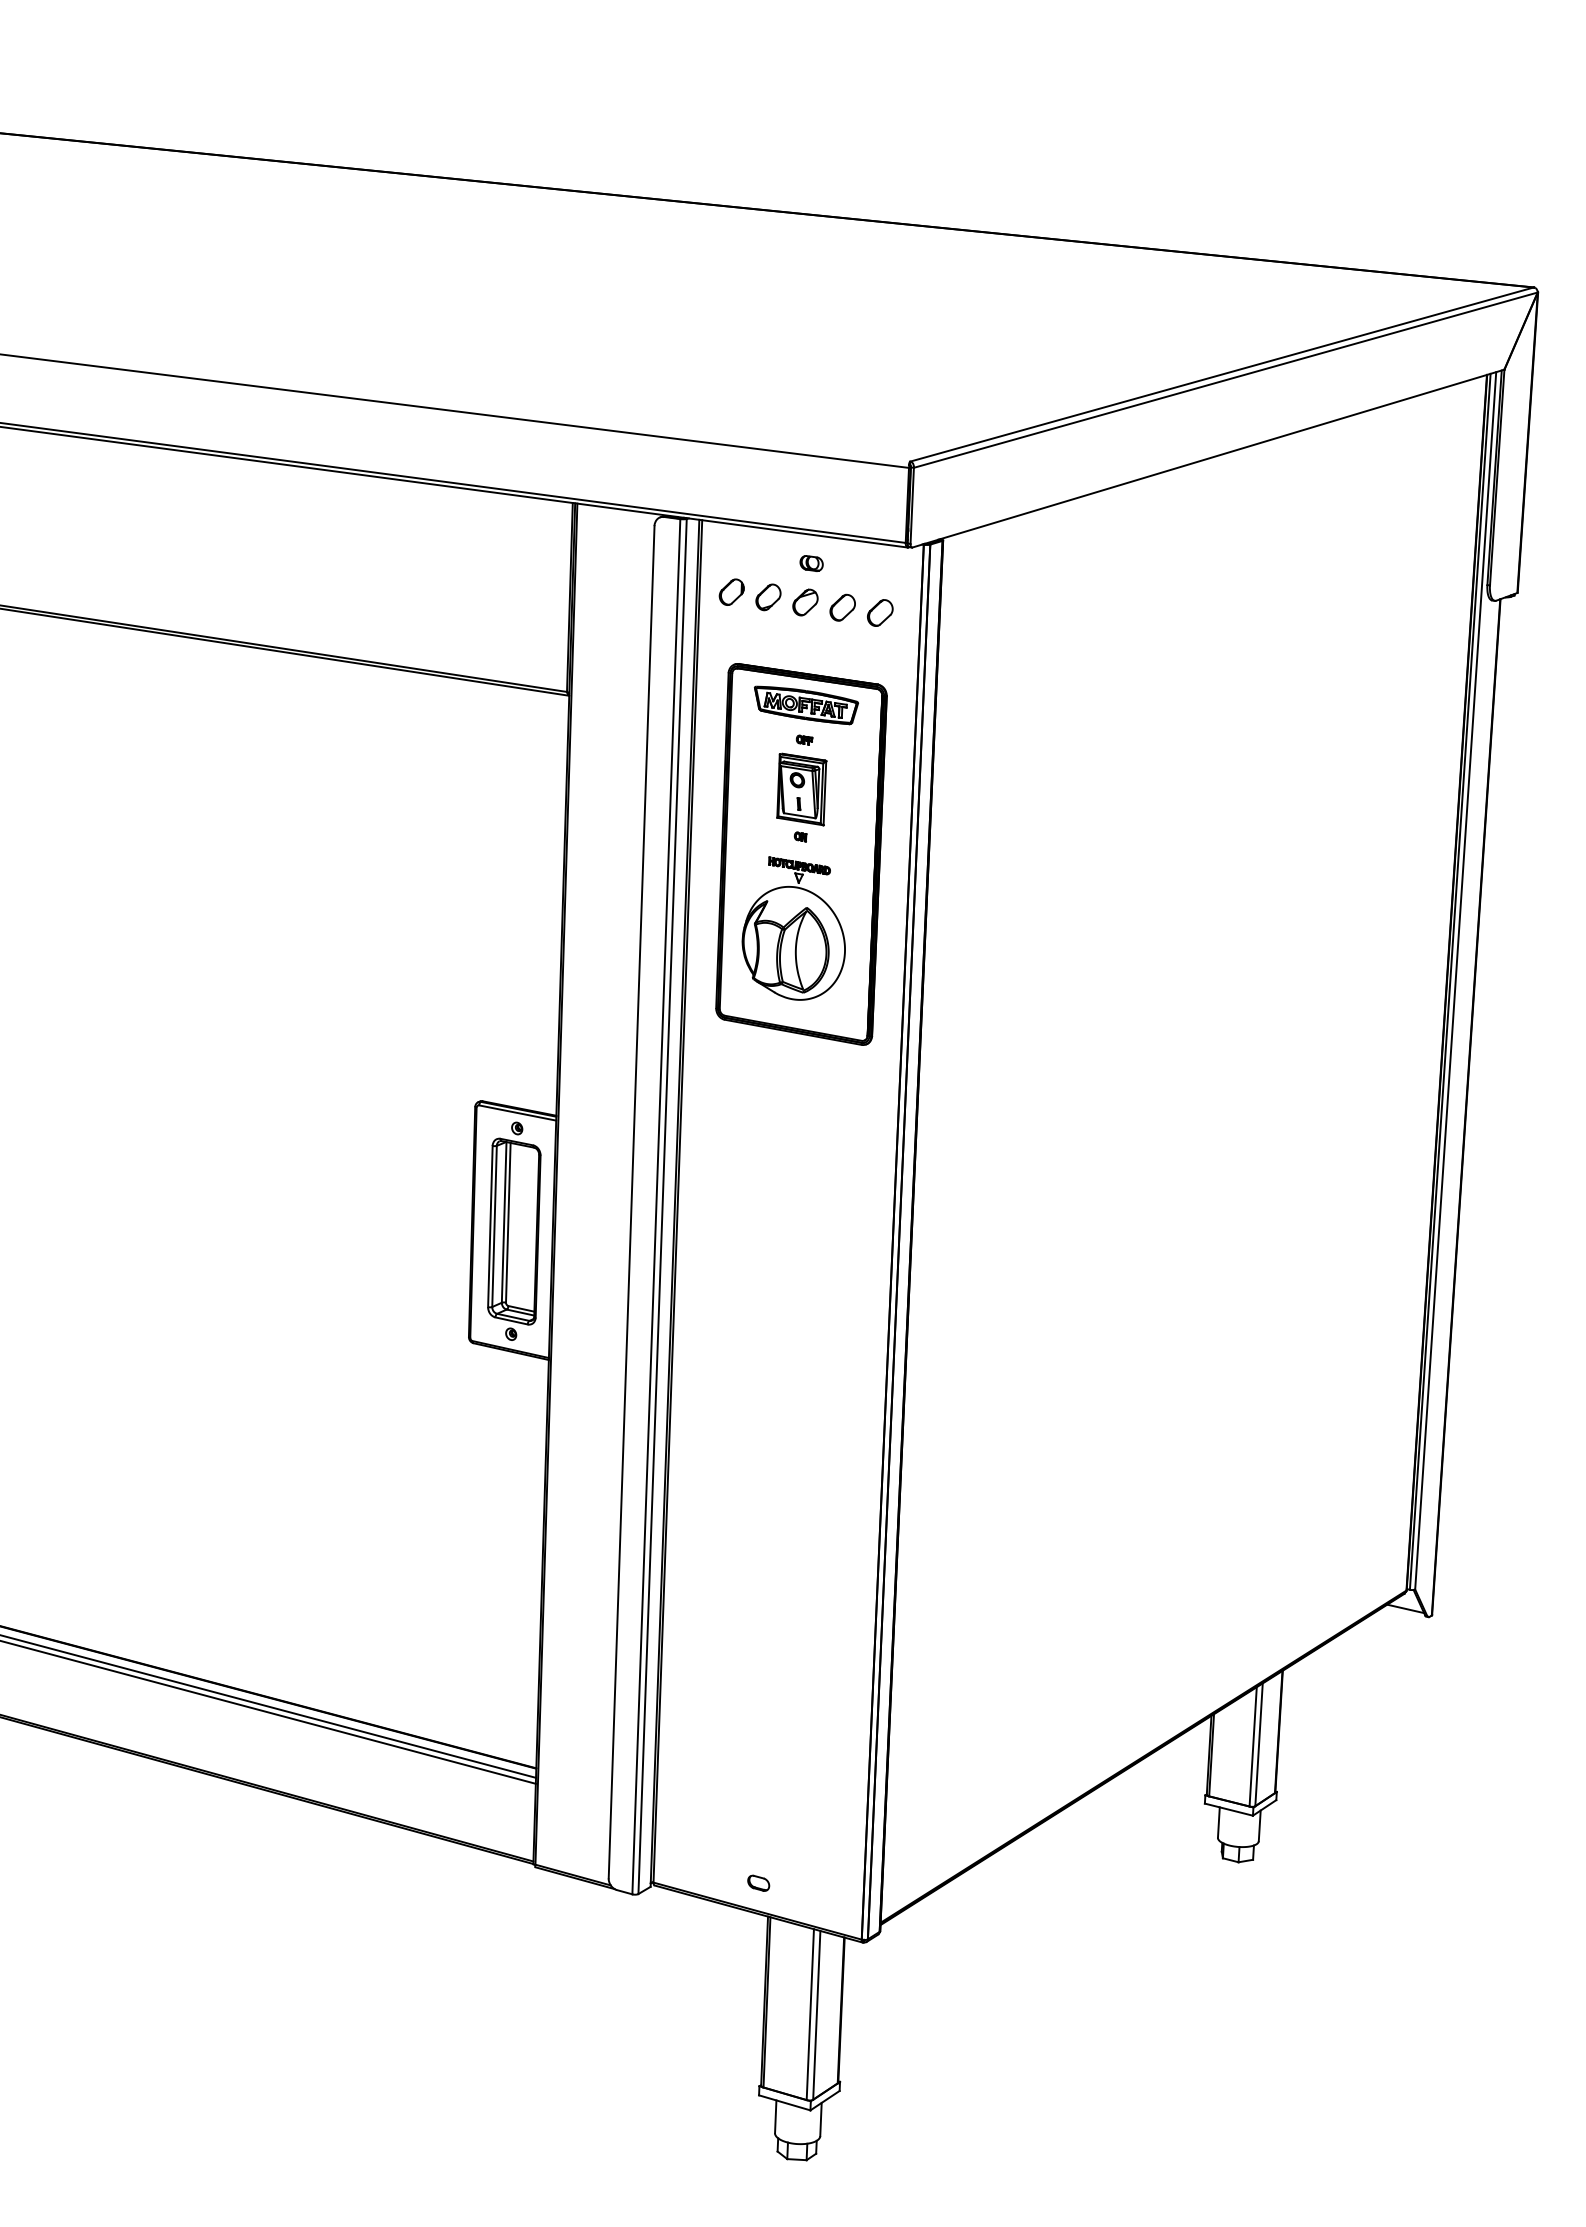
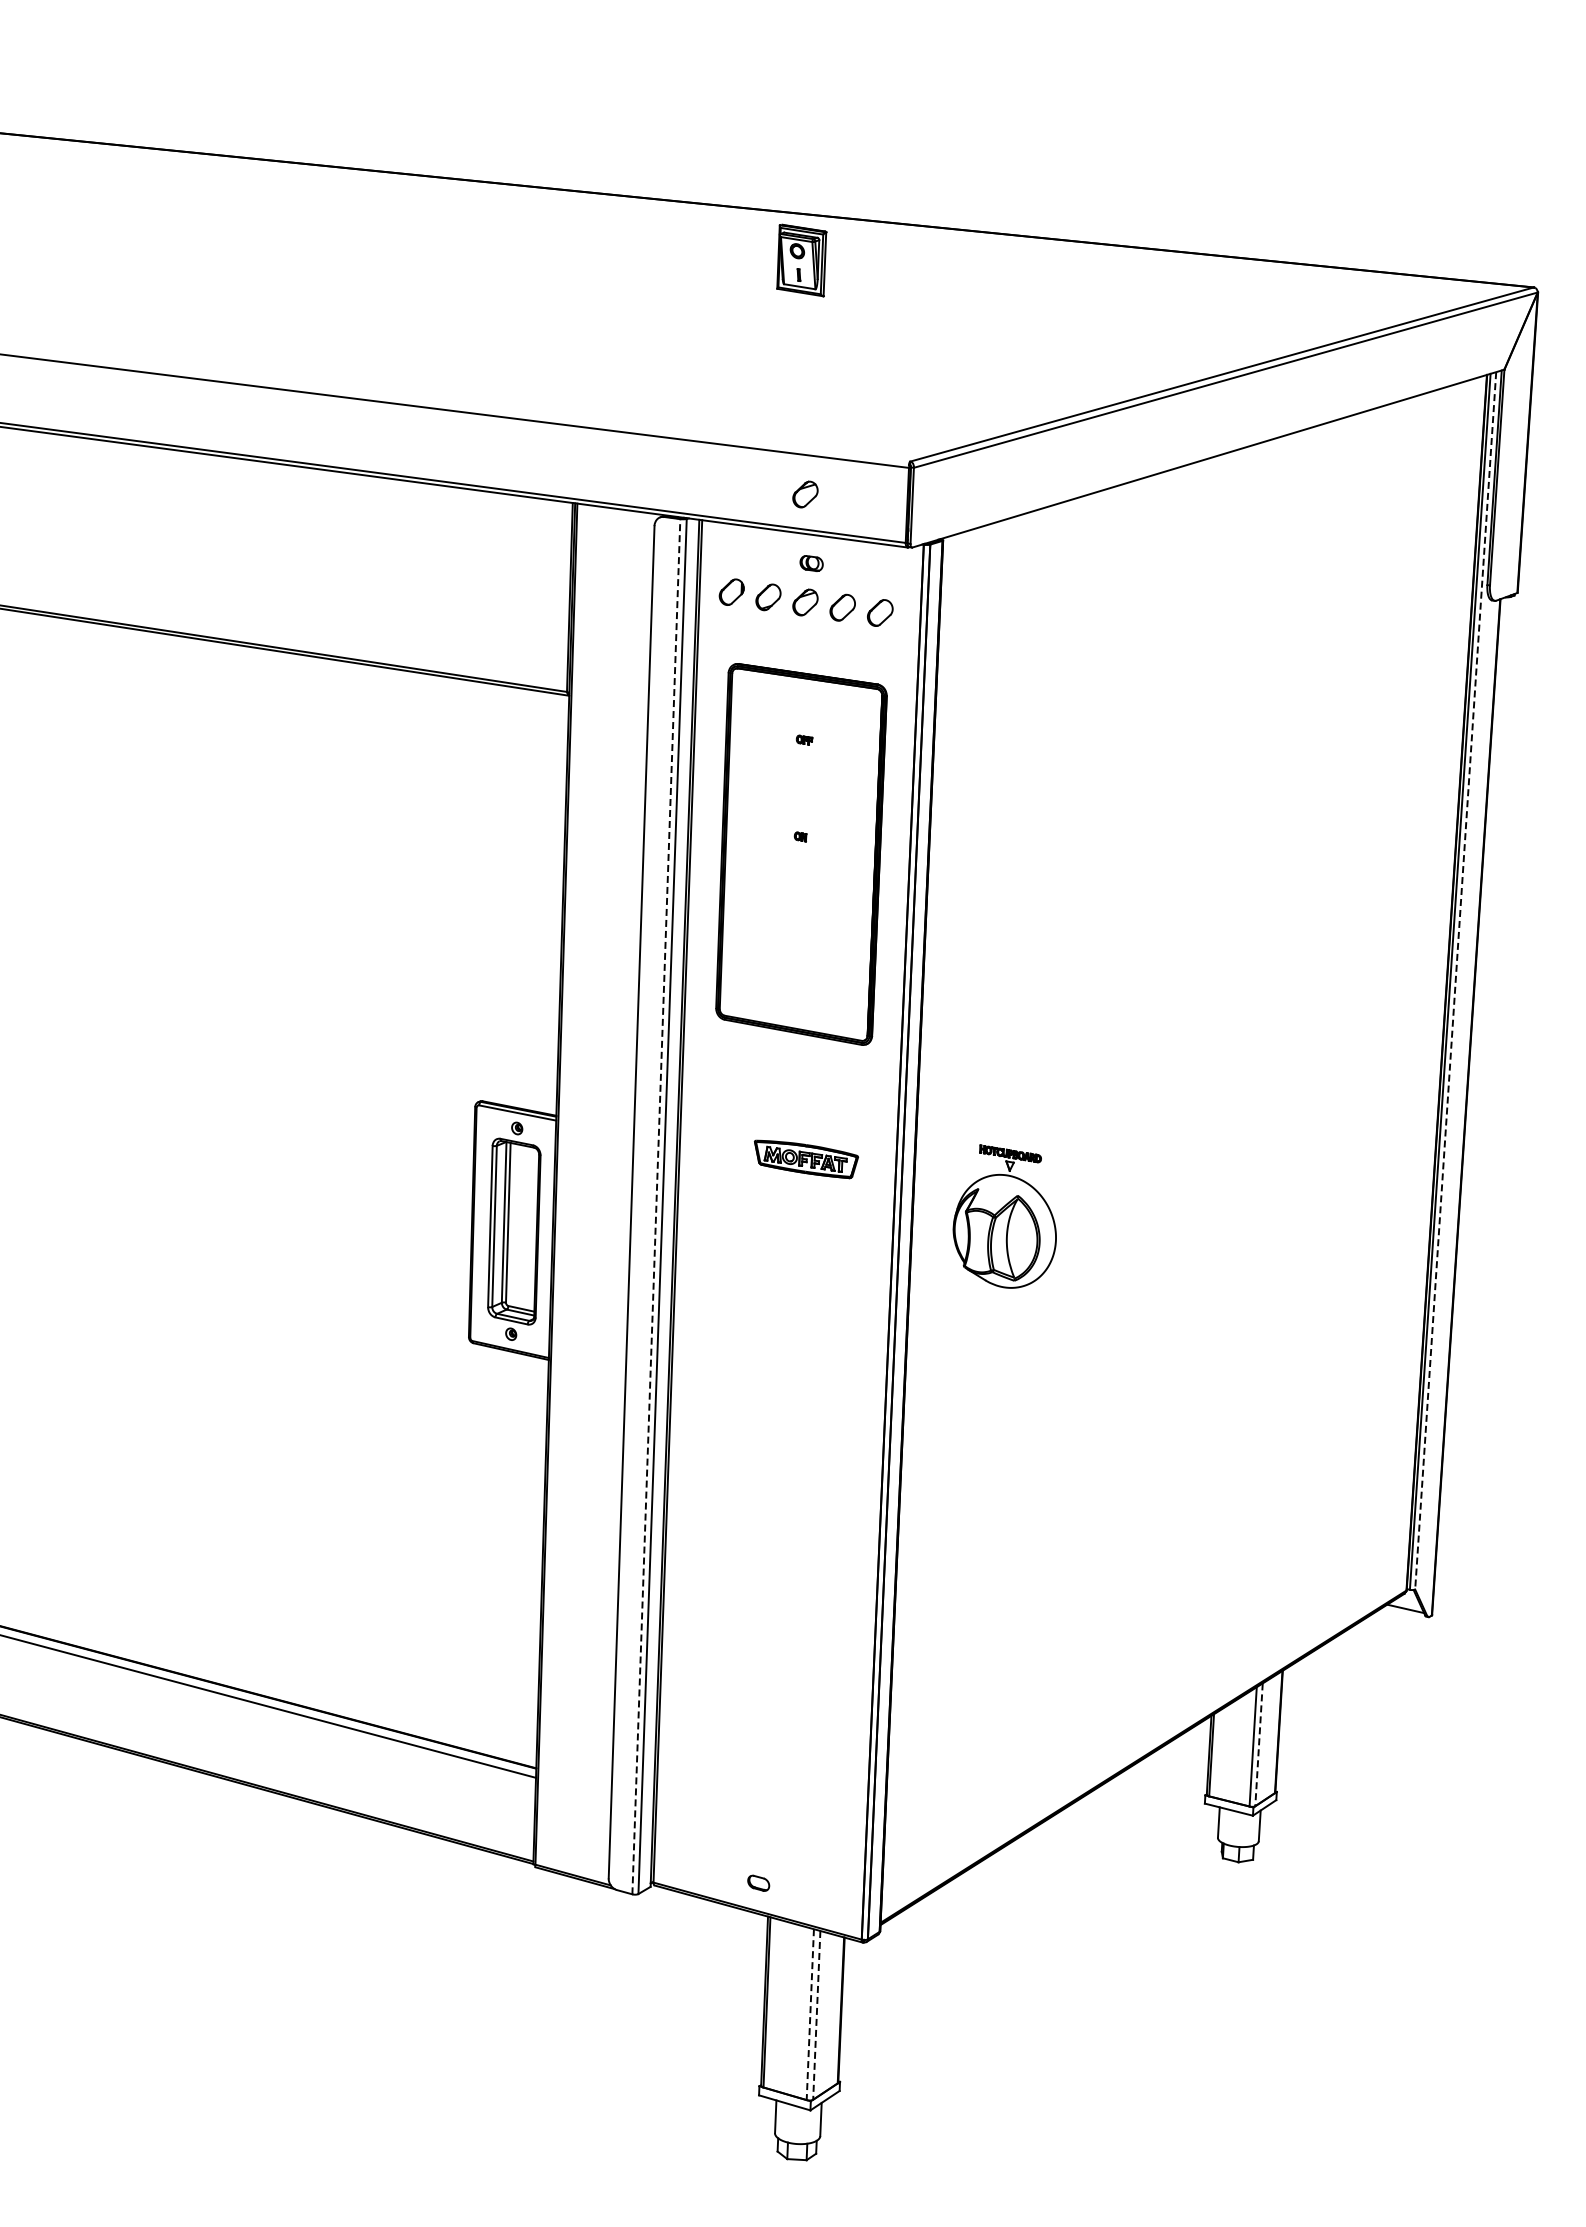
part at (805, 494): none -> present
part at (806, 705) position: (806, 705) -> (806, 1159)
part at (801, 789) position: (801, 789) -> (801, 260)
part at (793, 928) position: (793, 928) -> (1004, 1216)
line at (1455, 981): solid -> dashed
line at (656, 1206): solid -> dashed
line at (268, 1712): present -> none
line at (1259, 1744): solid -> dashed
line at (810, 2014): solid -> dashed
line at (816, 2015): solid -> dashed
